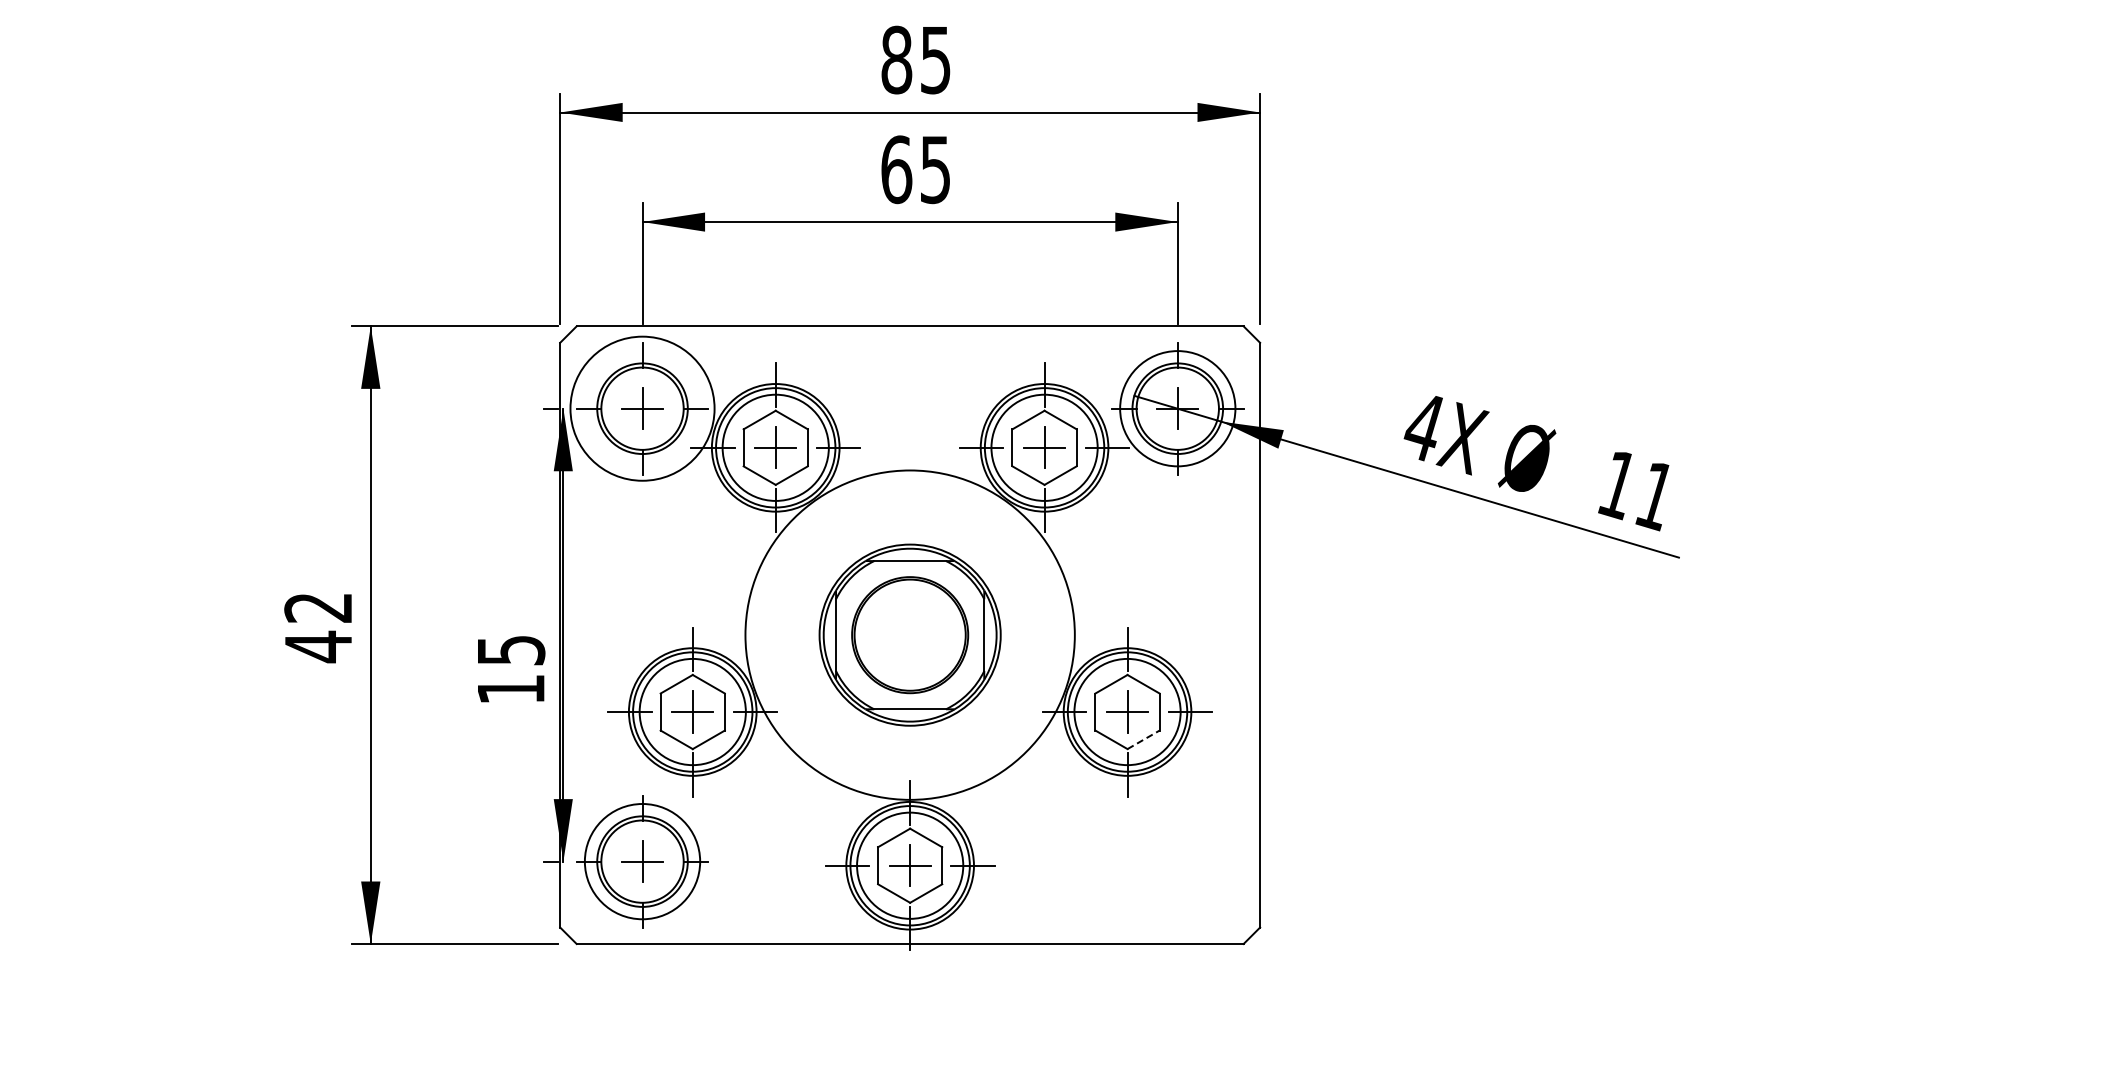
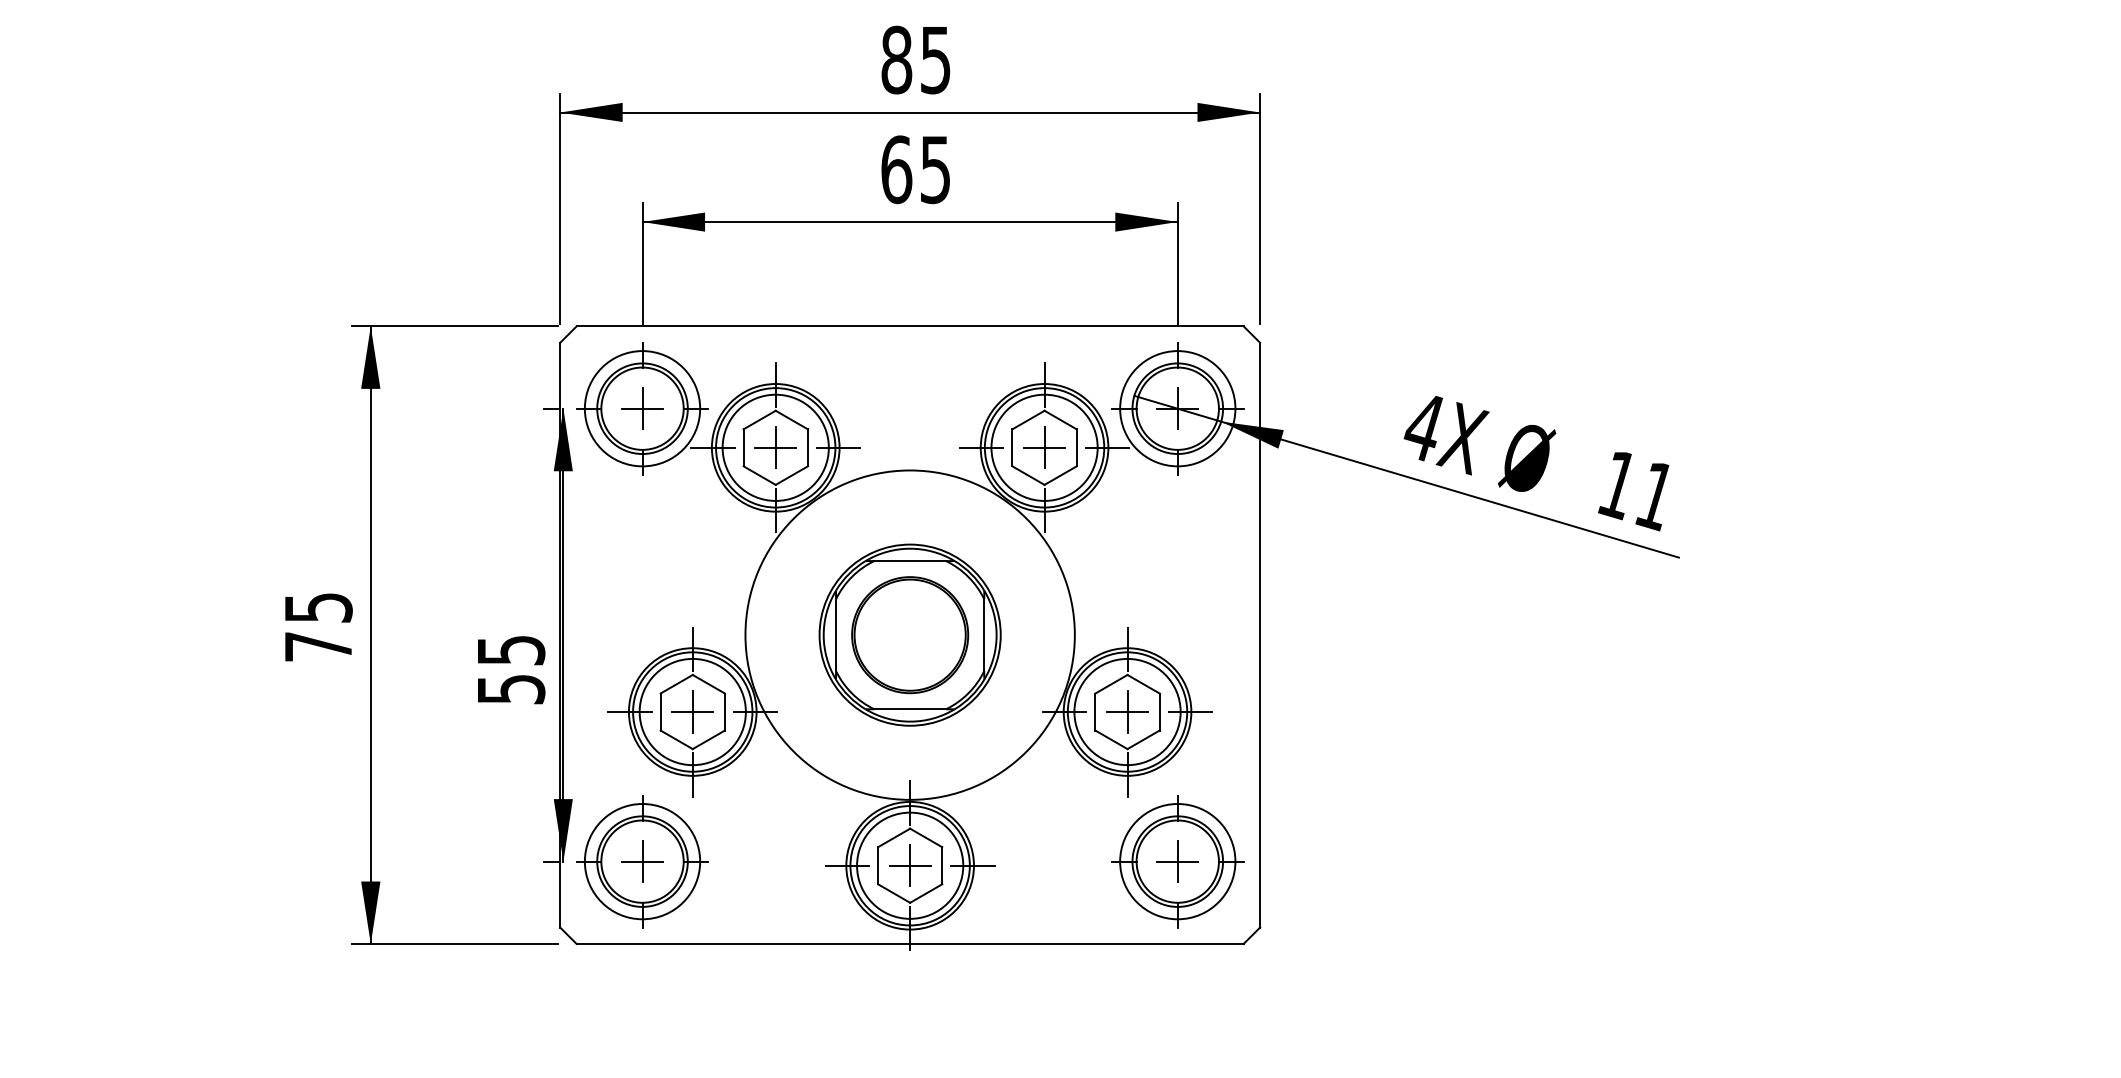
circle at (642, 408) diameter: 144 px -> 115 px
text at (318, 628): 42 -> 75
text at (511, 689): 15 -> 55
line at (1143, 739): dashed -> solid
part at (1177, 861): none -> present
